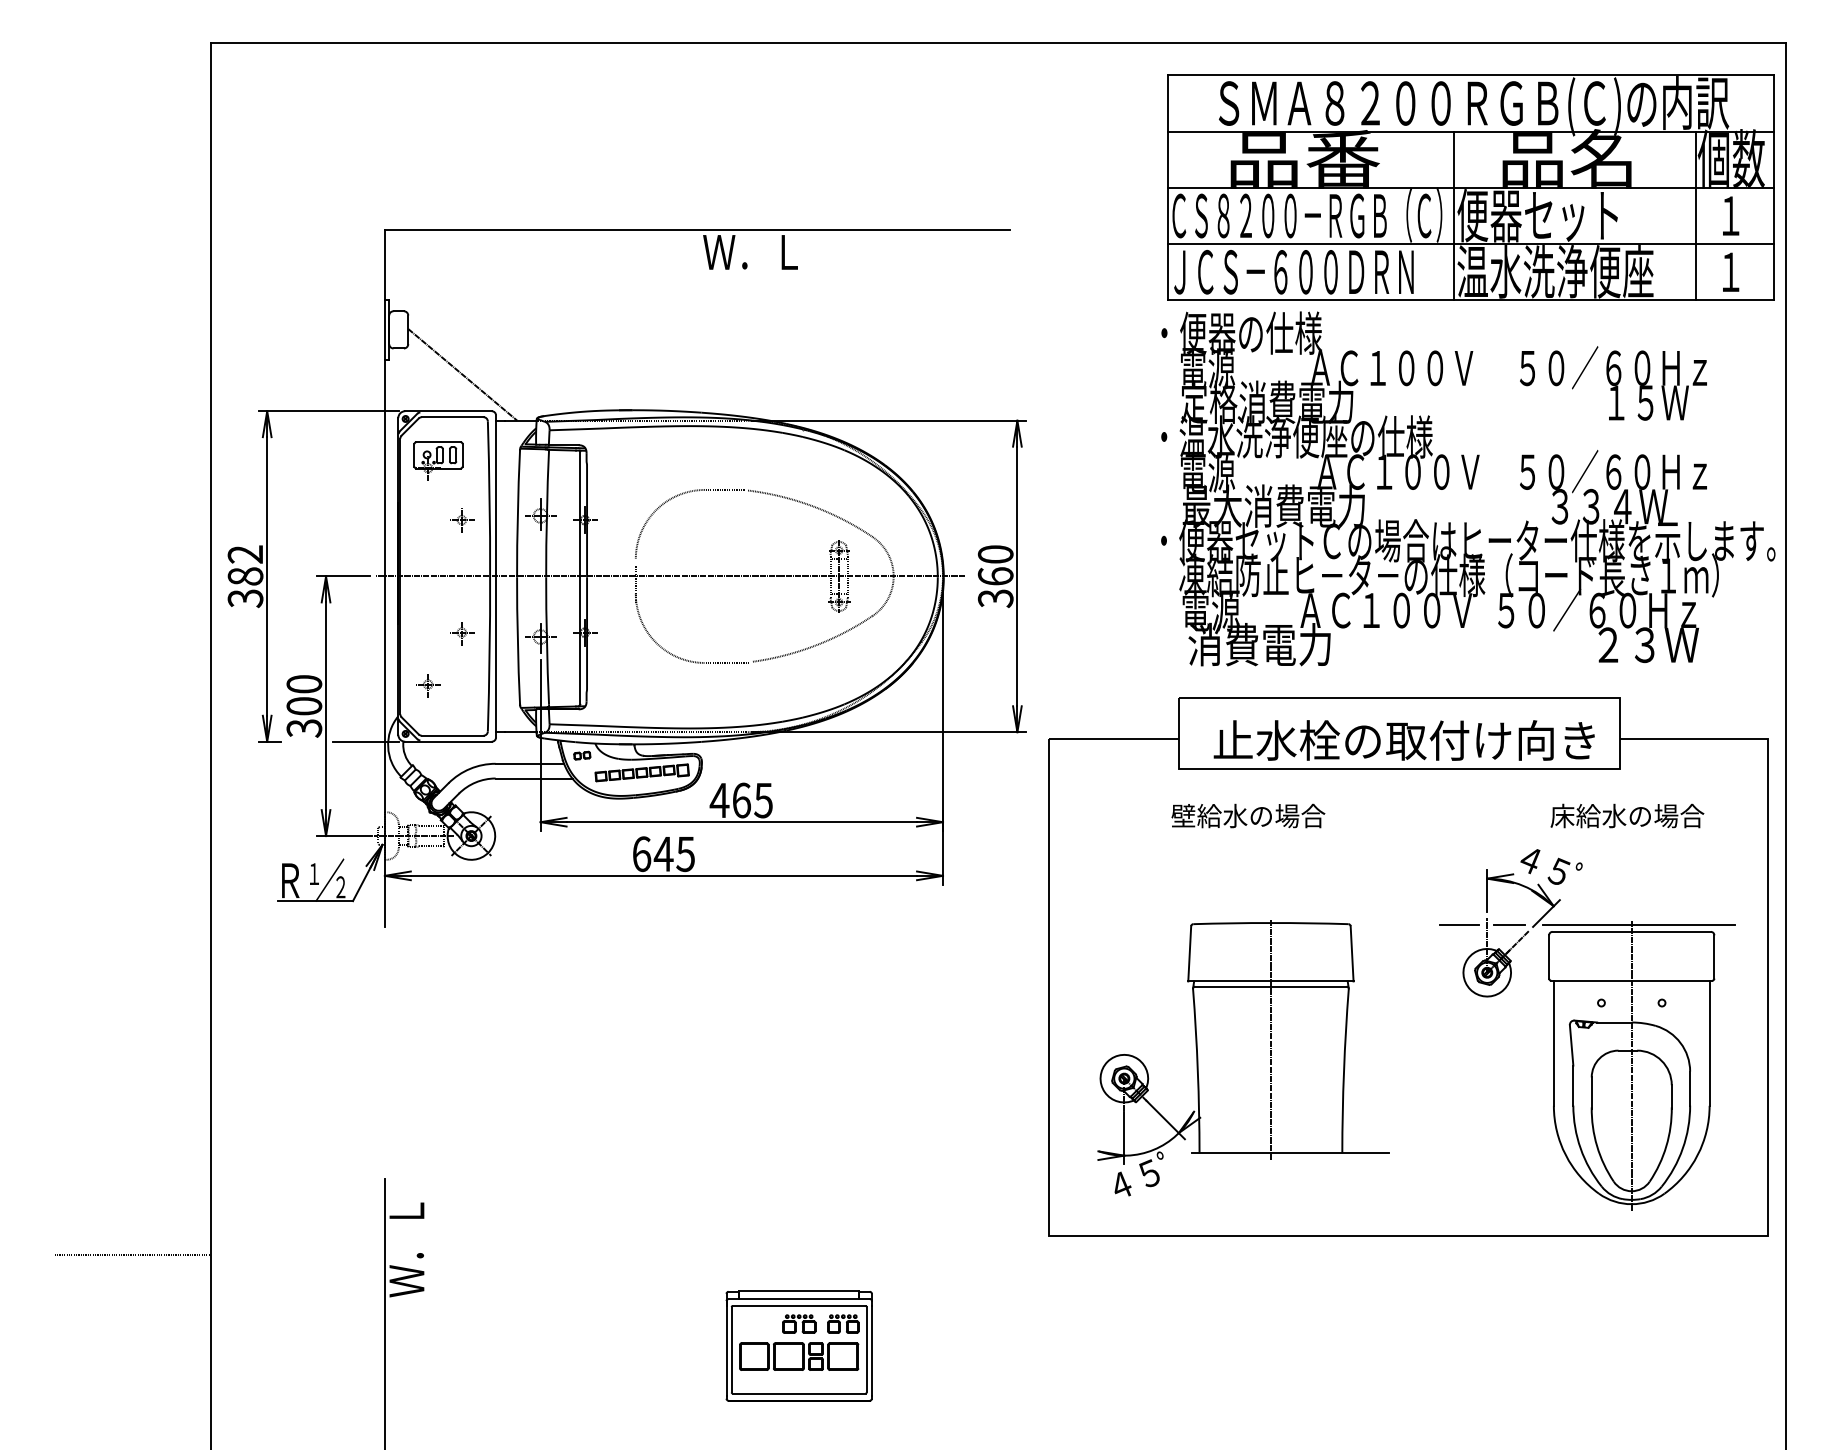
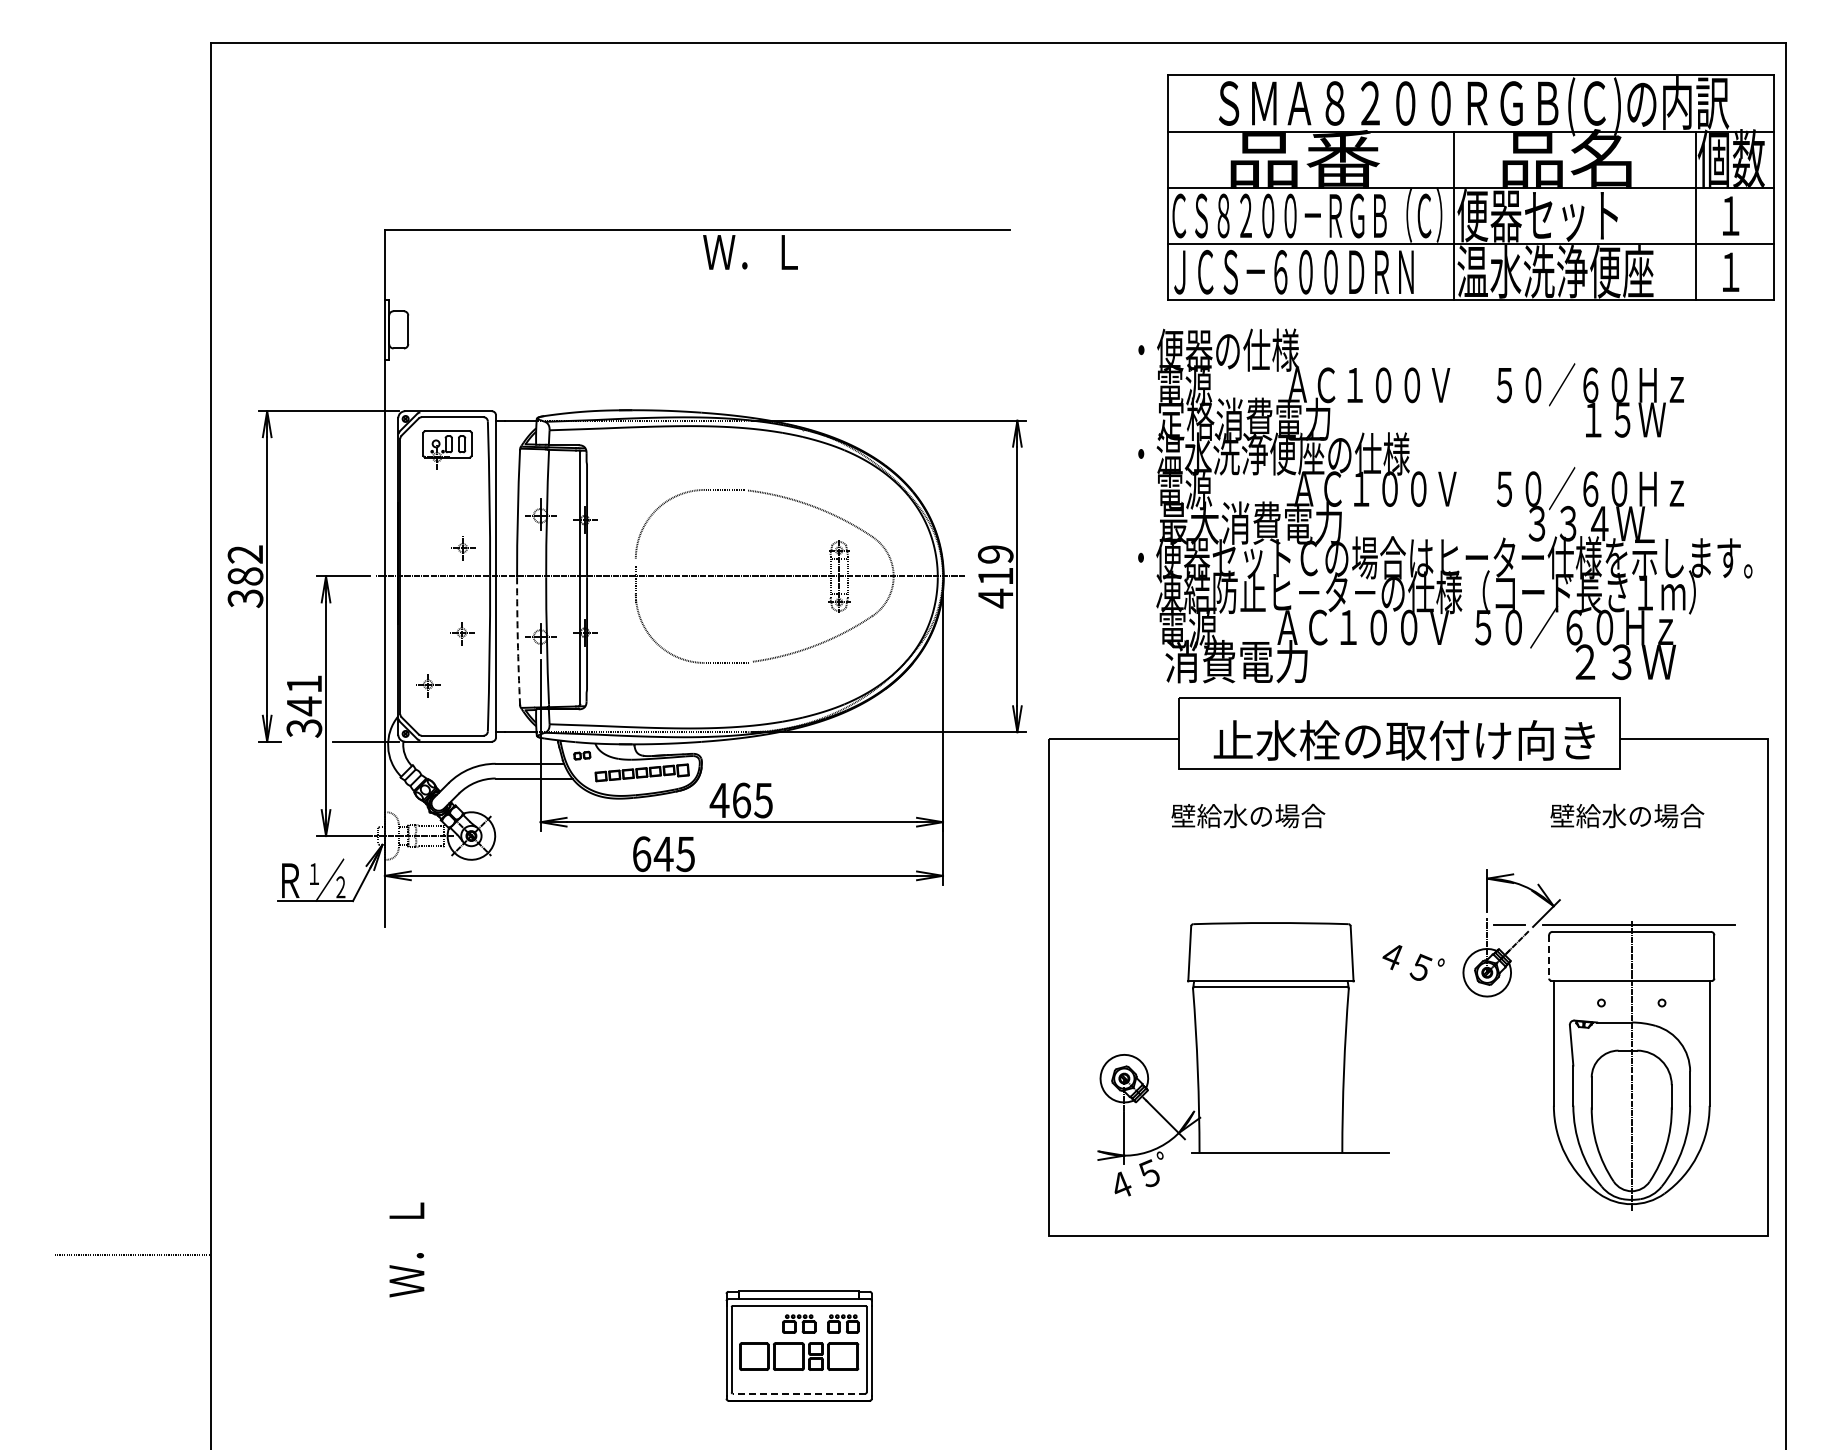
line at (462, 374): present -> none
part at (438, 460) position: (438, 460) -> (447, 449)
text at (1468, 488) position: (1468, 488) -> (1445, 505)
part at (462, 520) position: (462, 520) -> (463, 548)
text at (995, 576): 360 -> 419
arc at (517, 640): solid -> dashed
text at (304, 695): 300 -> 341
text at (1562, 815): 床給水の場合 -> 壁給水の場合
text at (1551, 866) position: (1551, 866) -> (1413, 962)
line at (1459, 925): present -> none
line at (1549, 956): solid -> dashed
line at (1270, 1039): present -> none
line at (384, 1312): present -> none
line at (798, 1393): solid -> dashed
